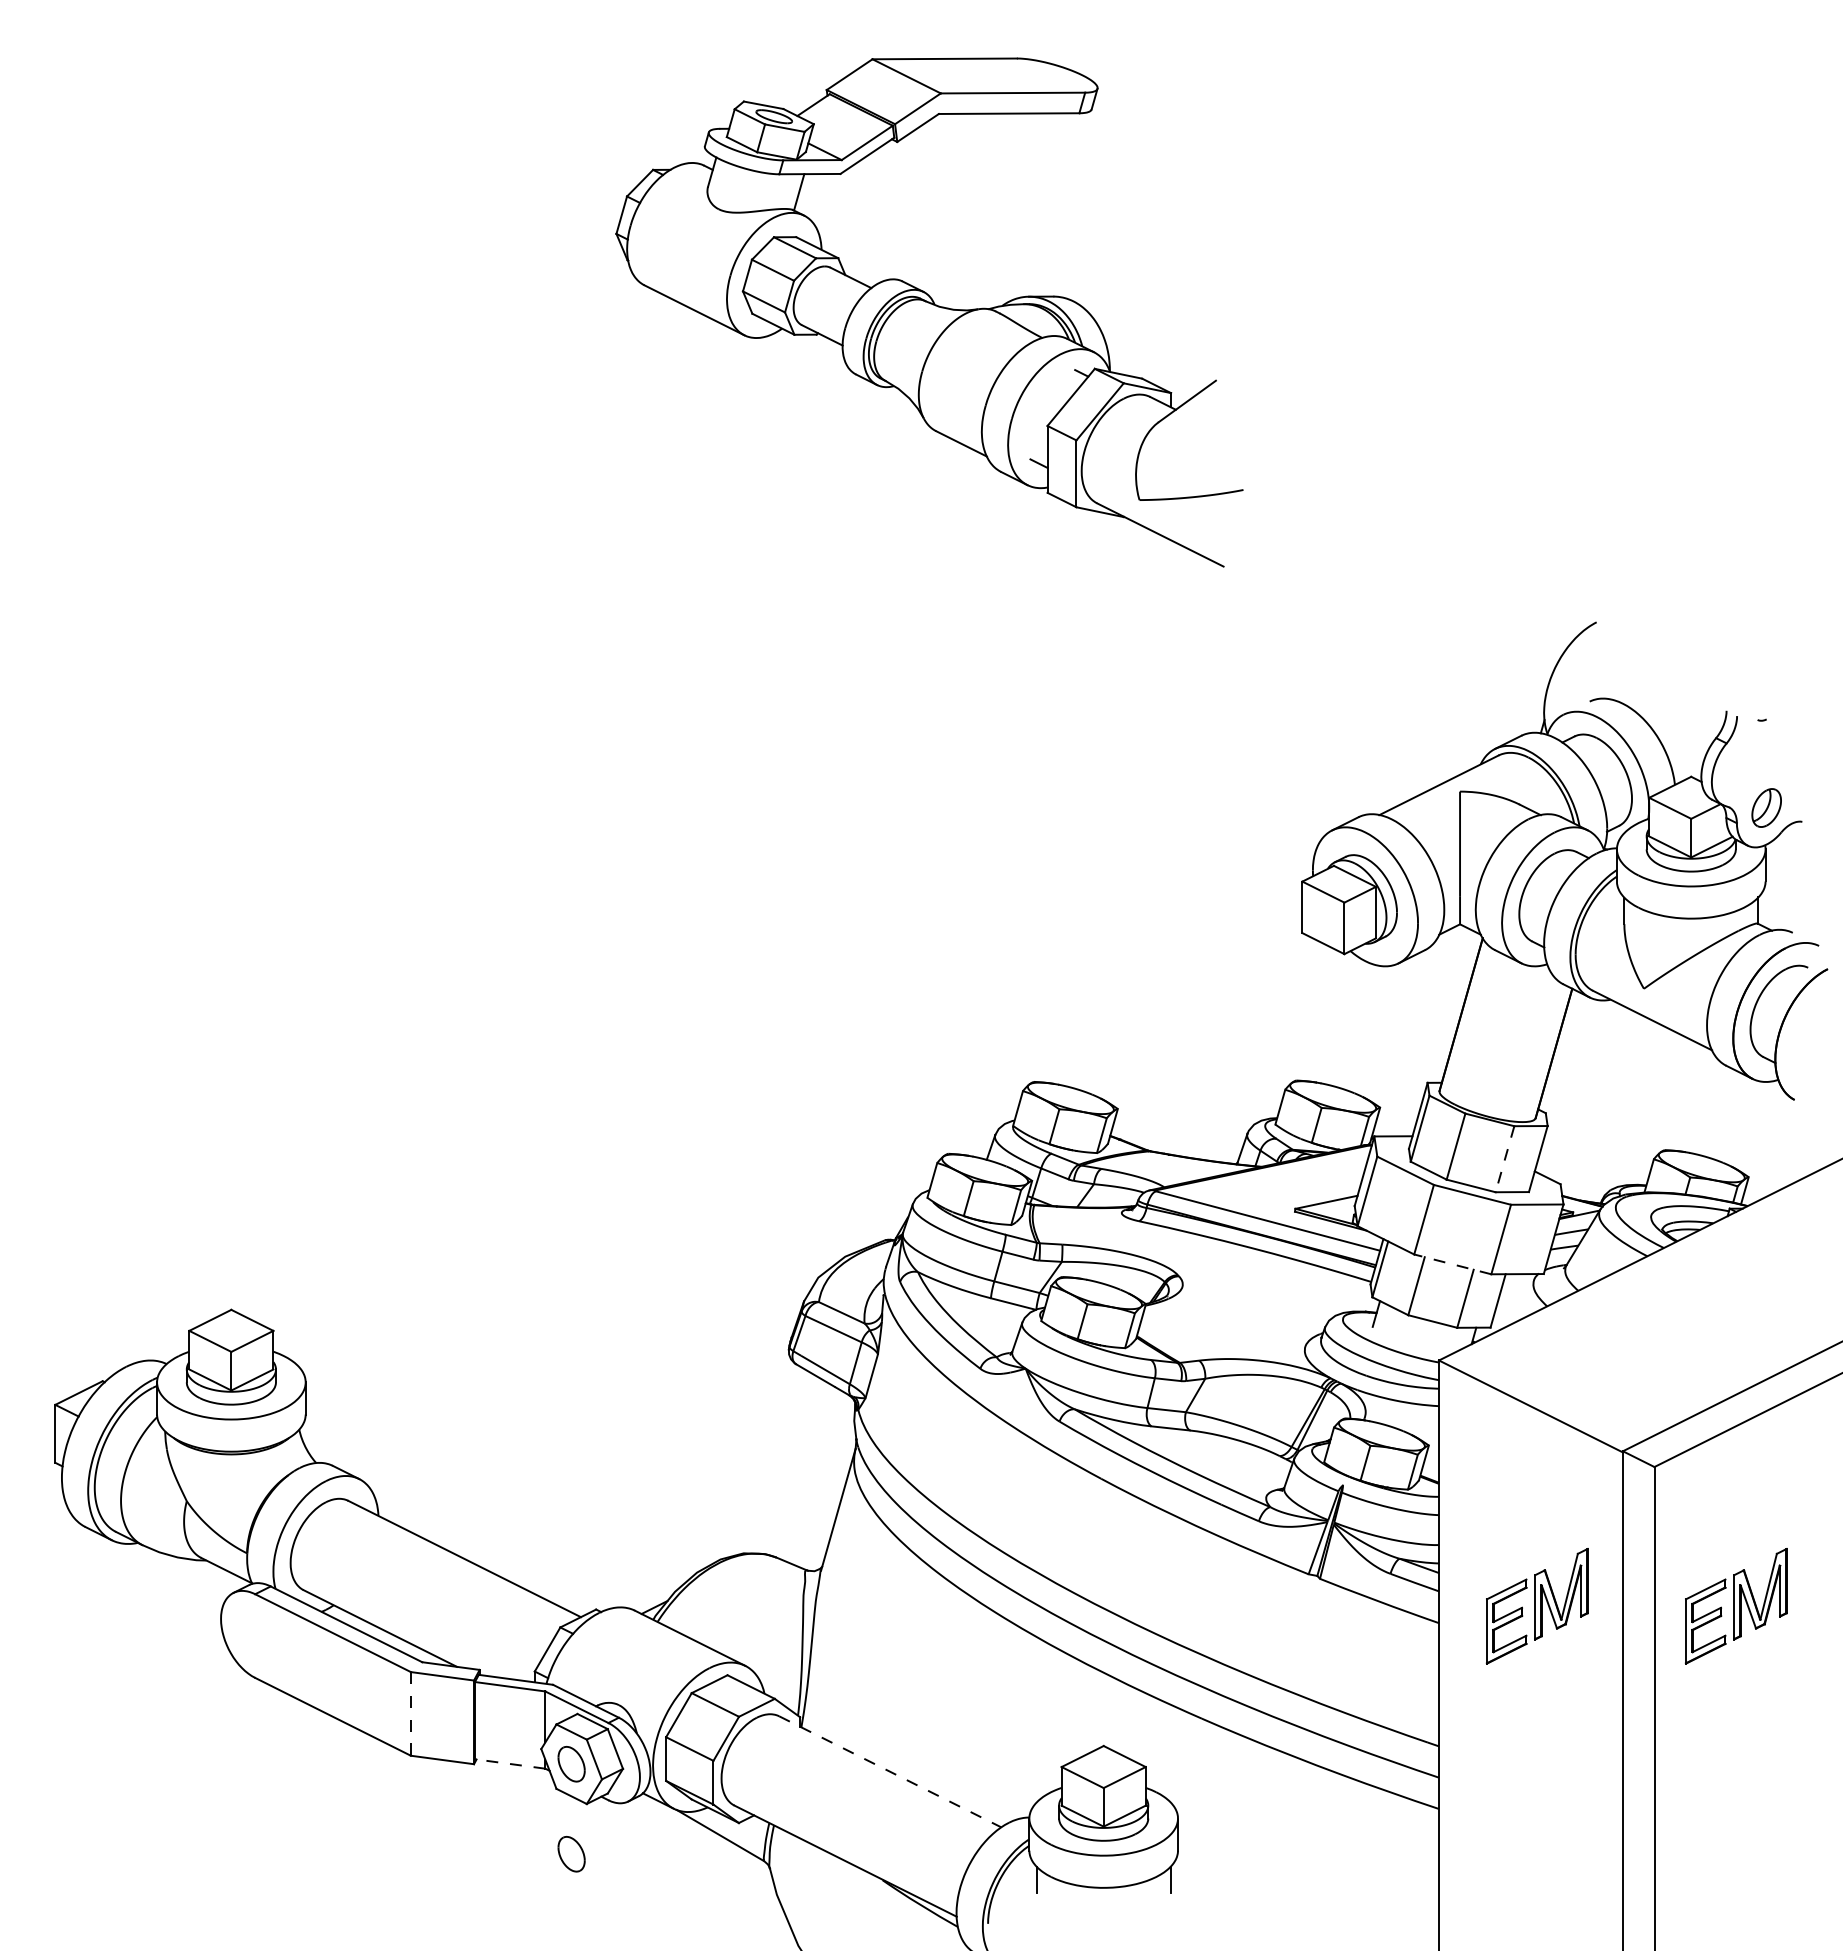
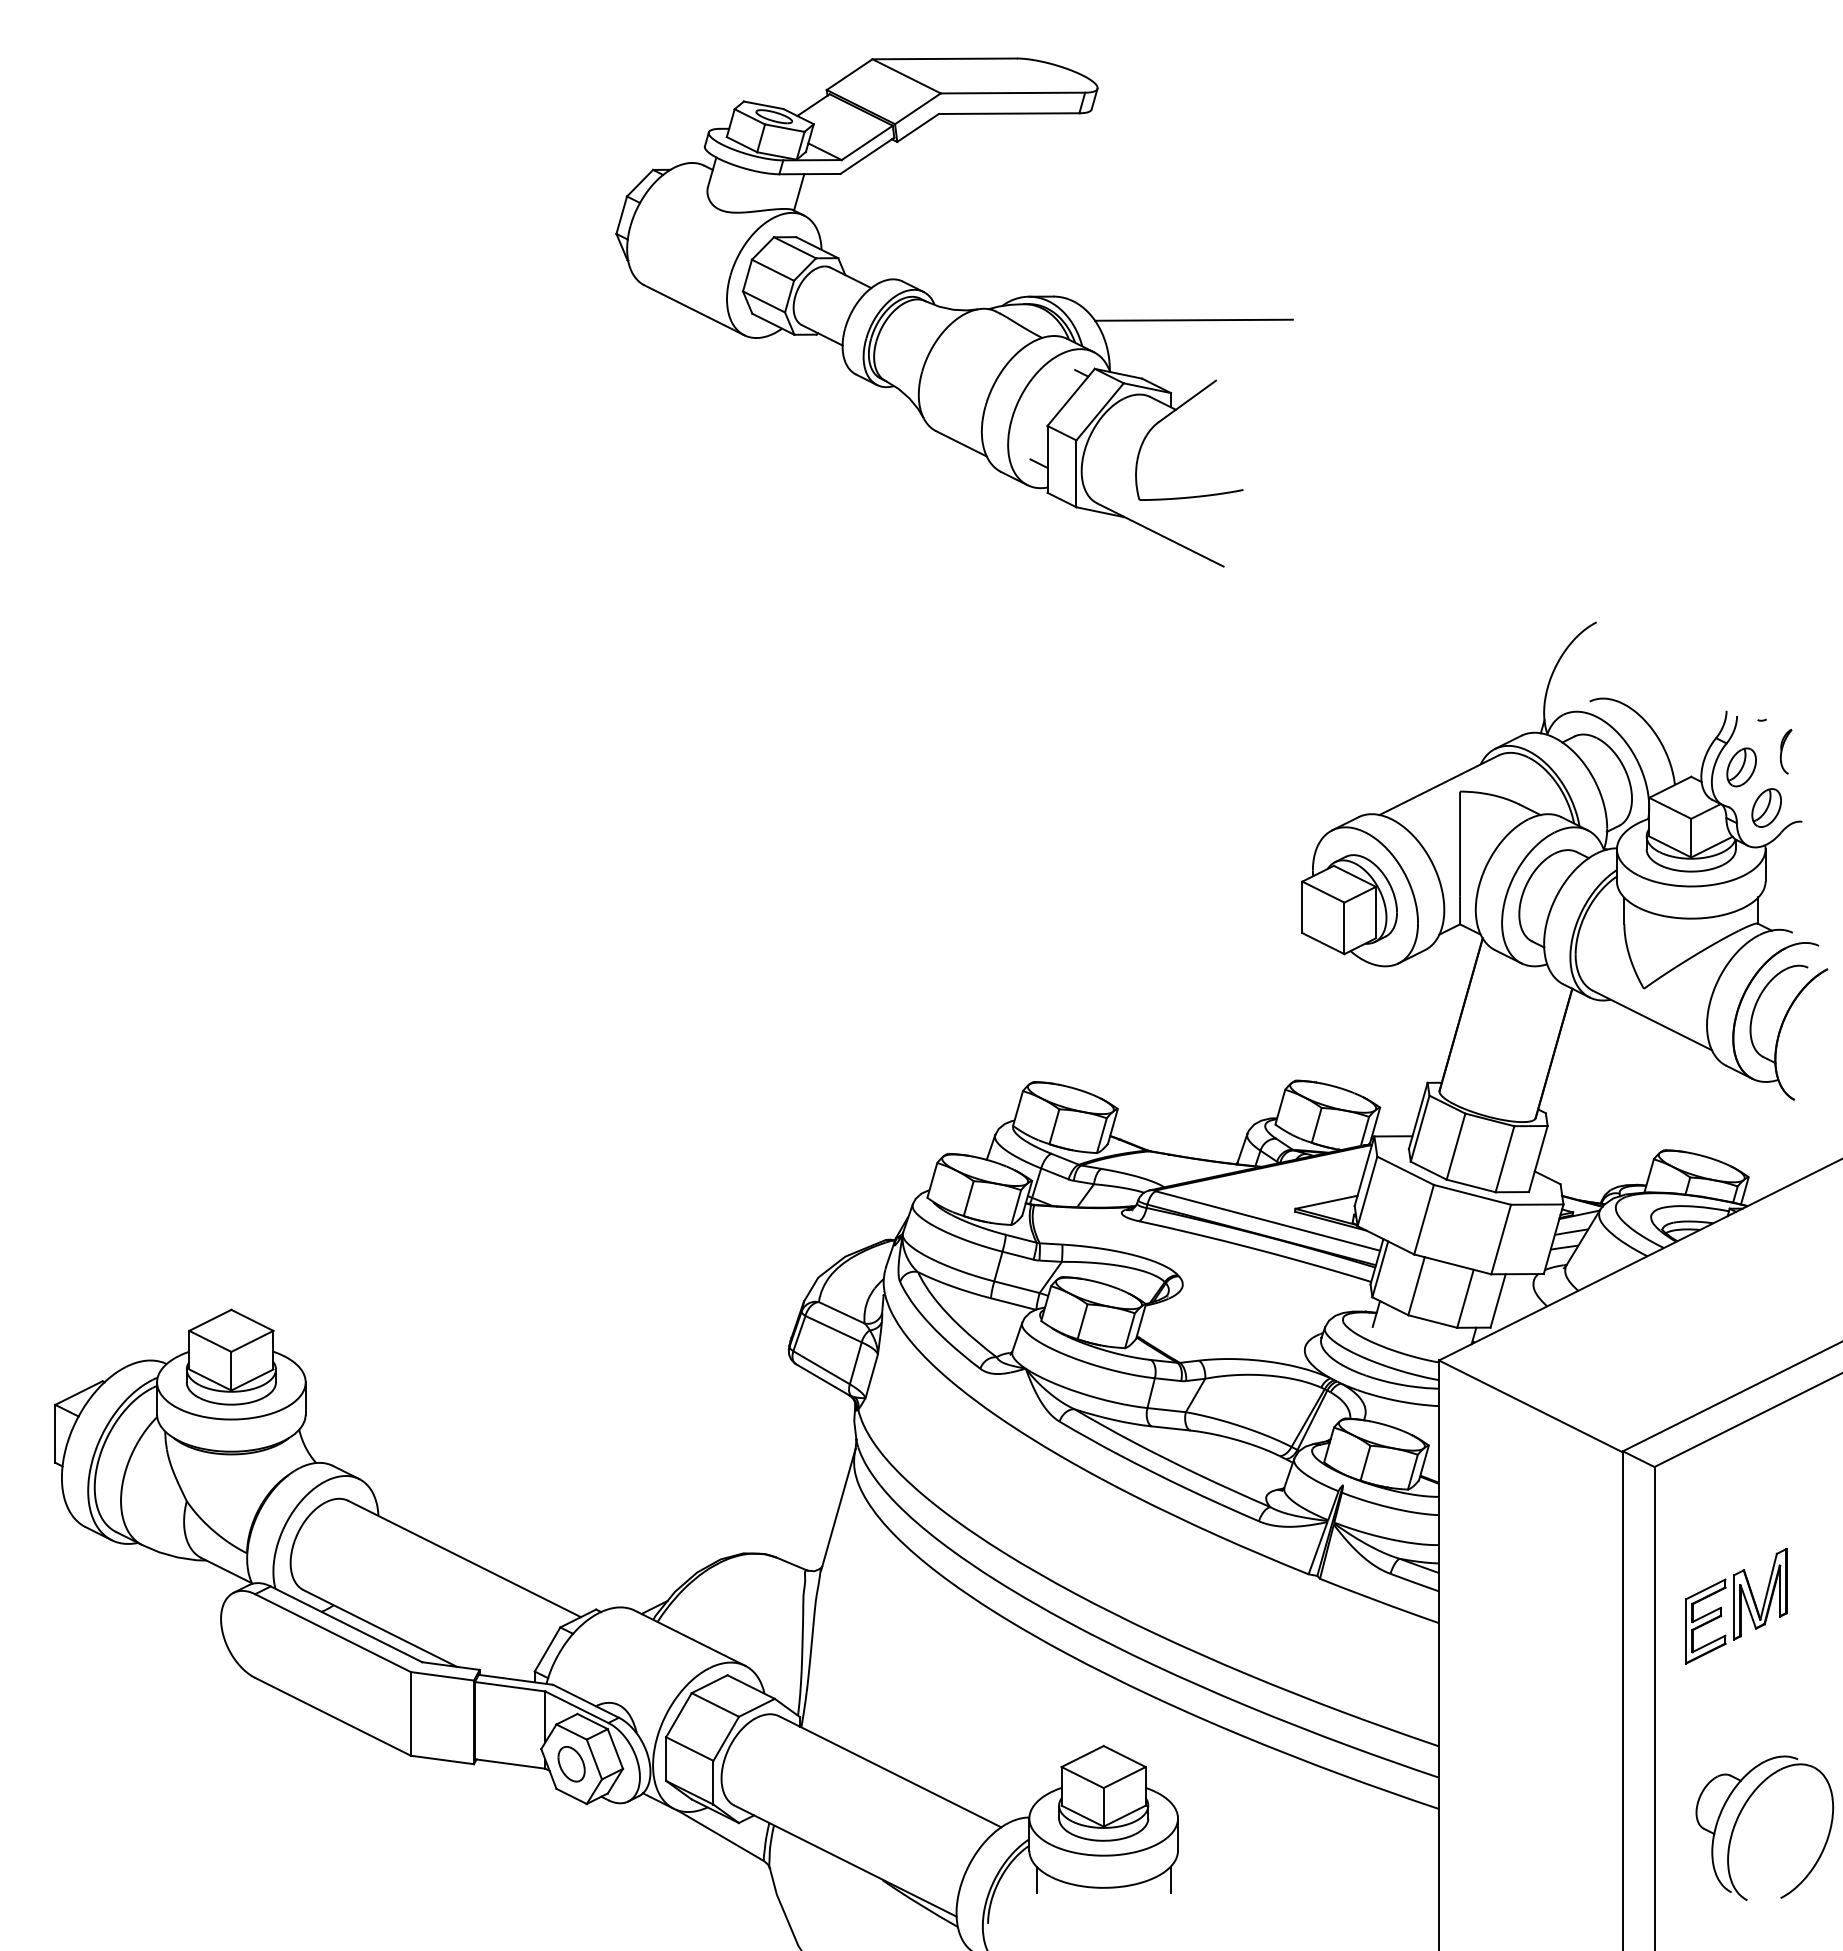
line at (1193, 319): none -> present
part at (1785, 751): none -> present
part at (1741, 767): none -> present
line at (1504, 1159): dashed -> solid
line at (1452, 1264): dashed -> solid
part at (1537, 1606): present -> none
line at (410, 1713): dashed -> solid
line at (510, 1763): dashed -> solid
line at (890, 1772): dashed -> solid
part at (1738, 1819): none -> present
part at (571, 1854): present -> none
